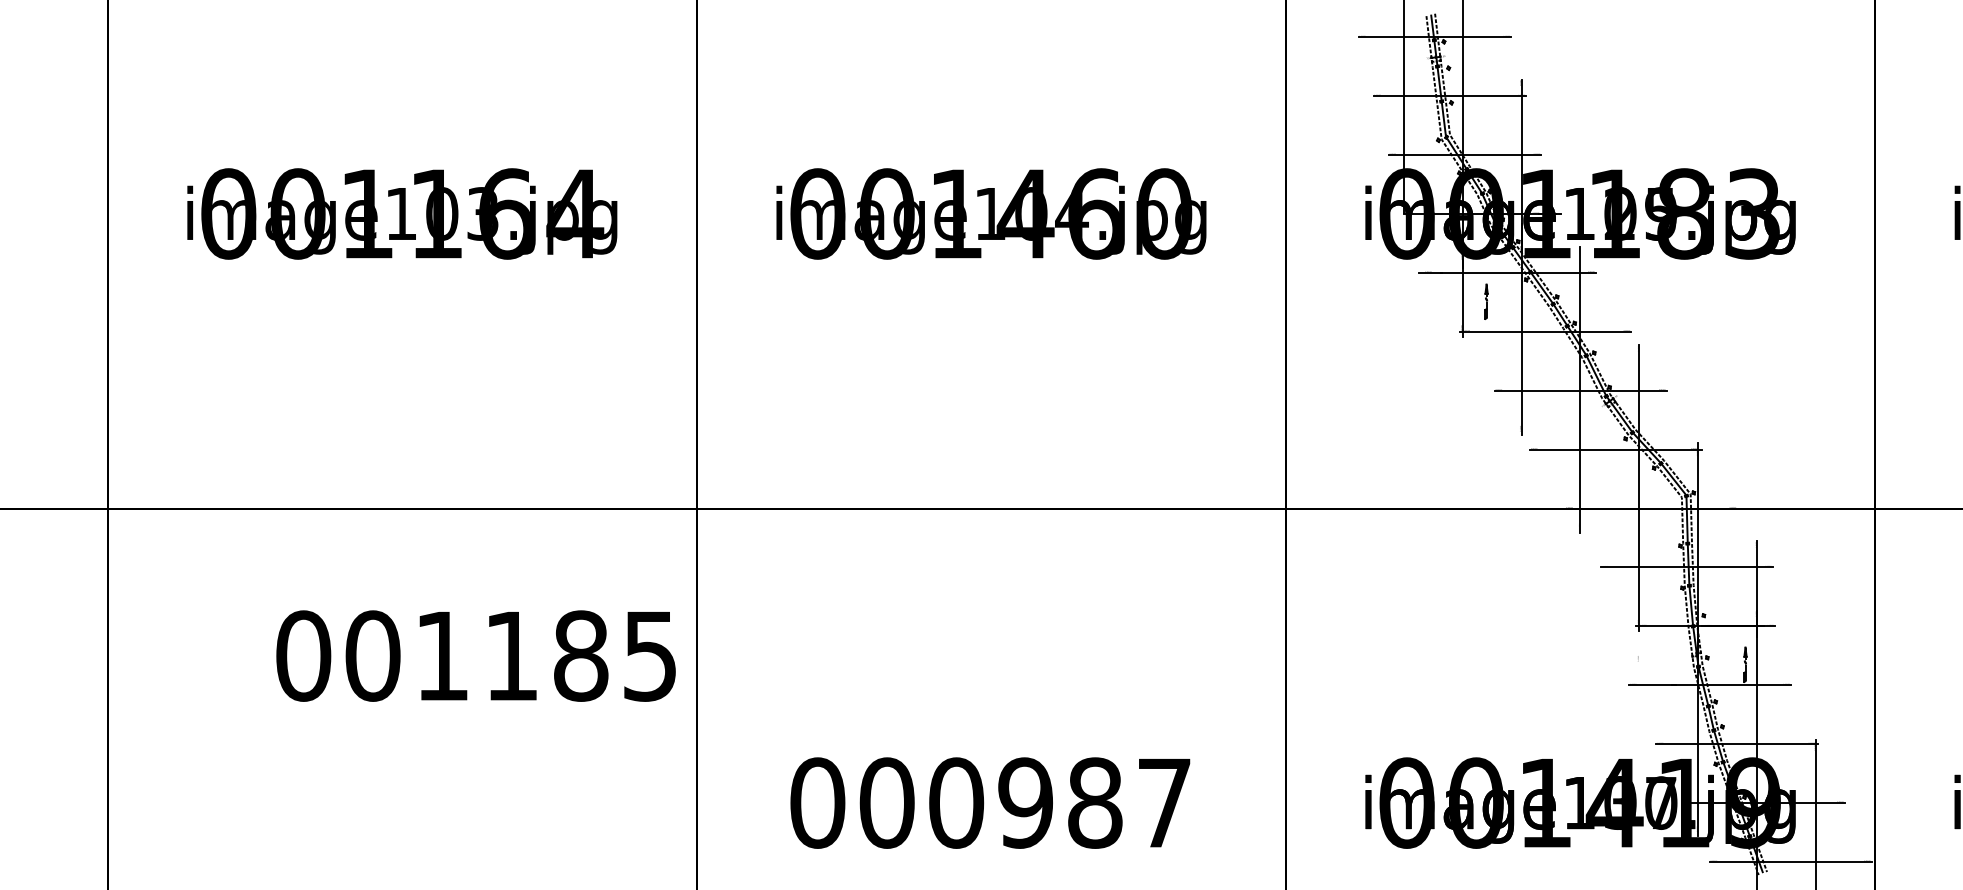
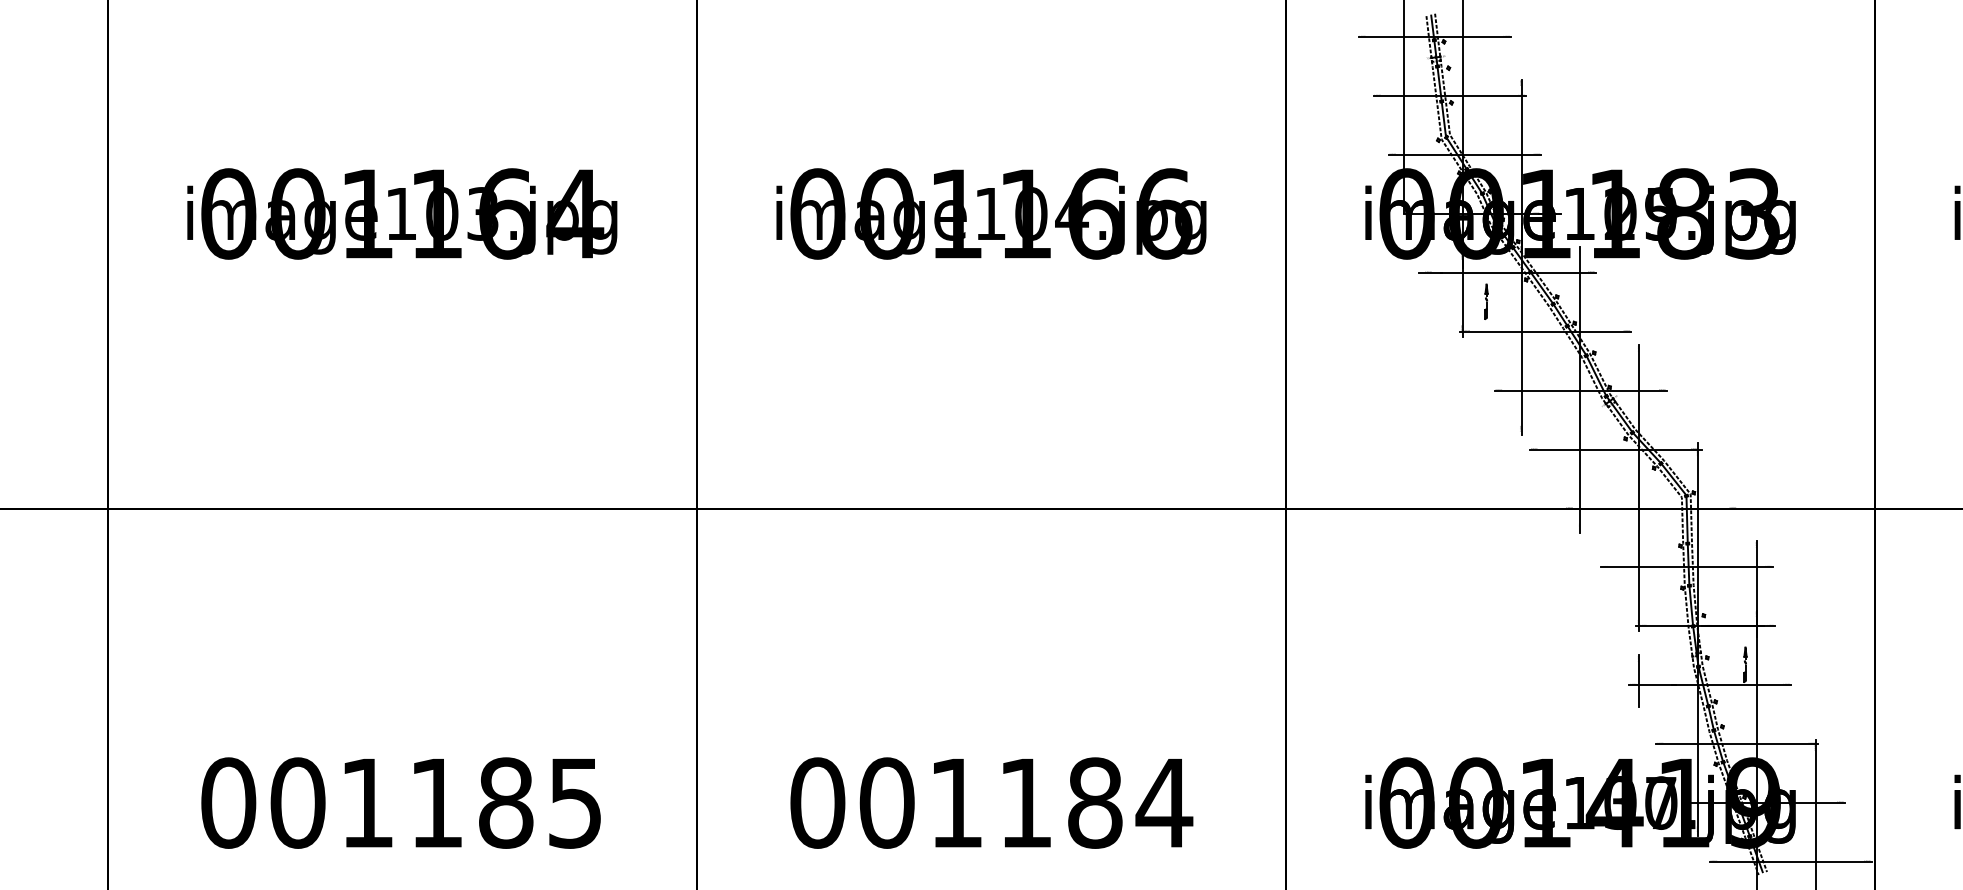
text at (1094, 213): 001460 -> 001166
text at (475, 655) position: (475, 655) -> (400, 802)
line at (1639, 680): none -> present
text at (1061, 802): 000987 -> 001184
